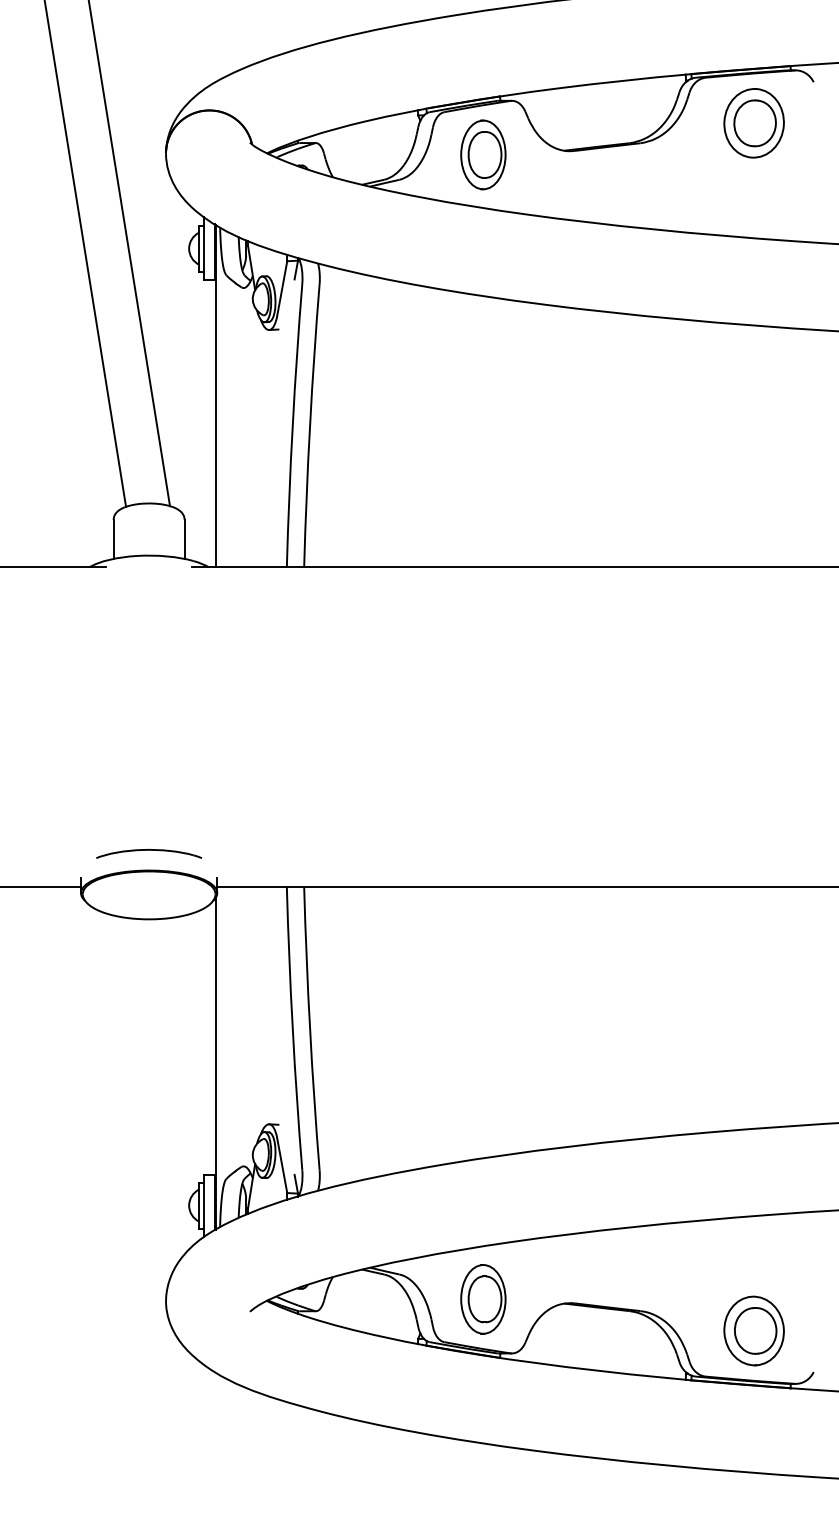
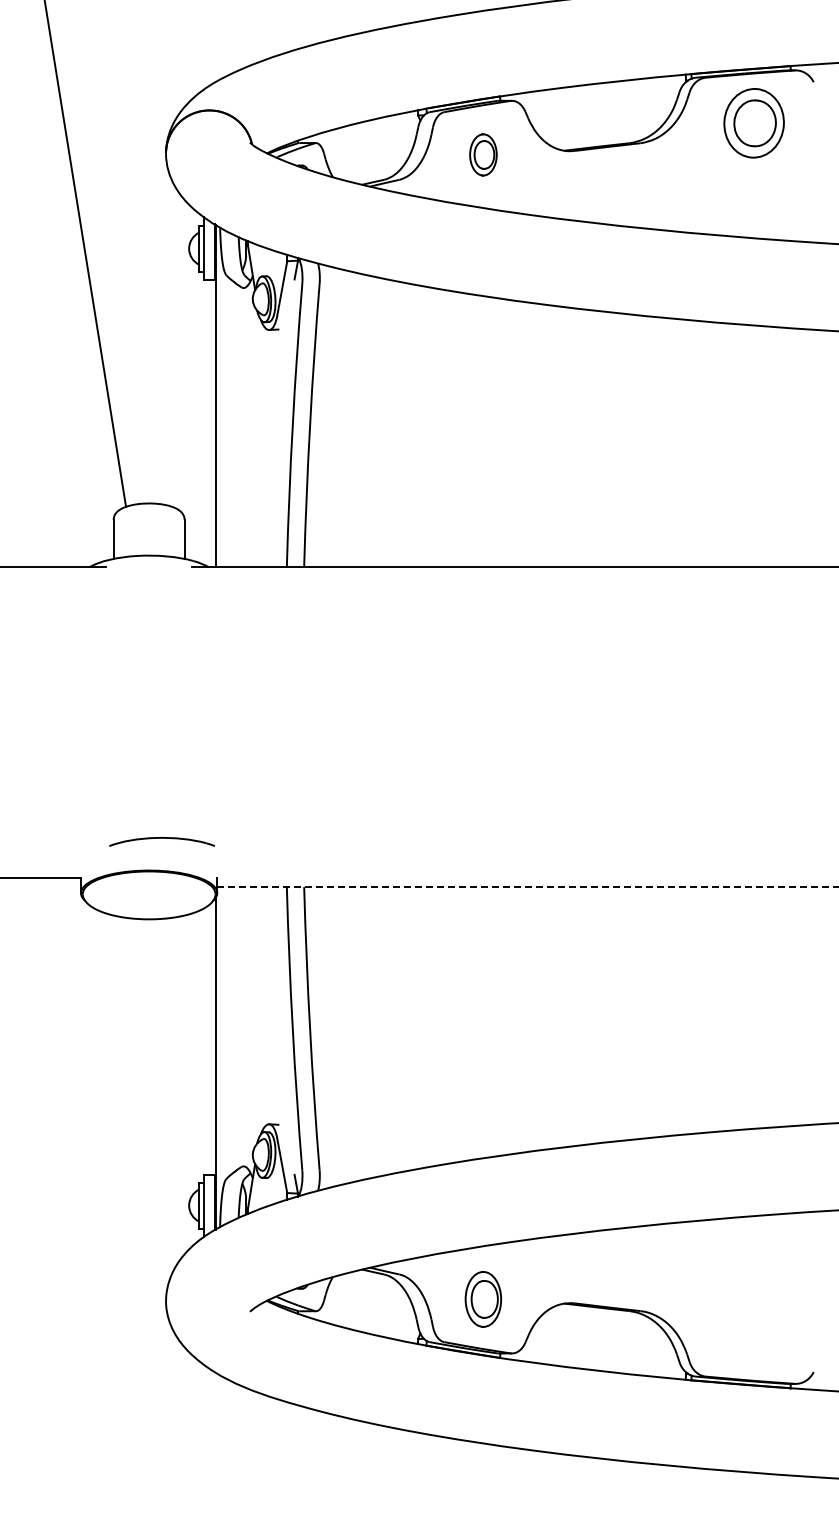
part at (483, 154) size: 47x72 px -> 29x44 px
line at (129, 254): present -> none
part at (149, 853) position: (149, 853) -> (162, 841)
line at (41, 887) position: (41, 887) -> (41, 878)
line at (528, 887): solid -> dashed
part at (483, 1299) size: 47x71 px -> 39x57 px
part at (753, 1330): present -> none
